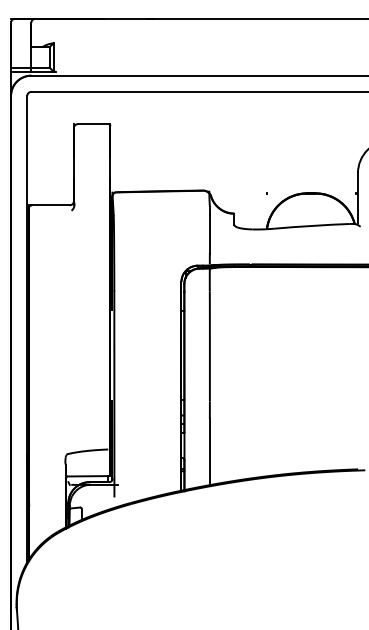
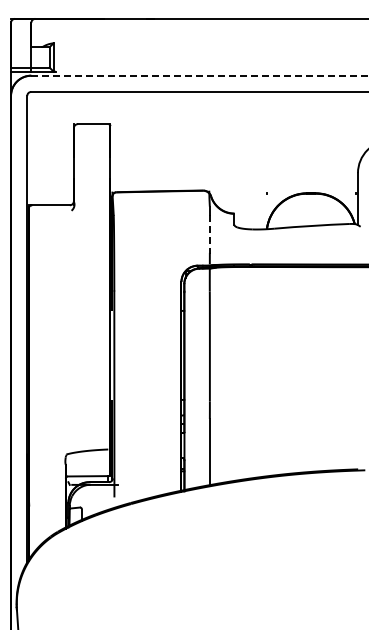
line at (200, 75): solid -> dashed
line at (209, 234): solid -> dashed
